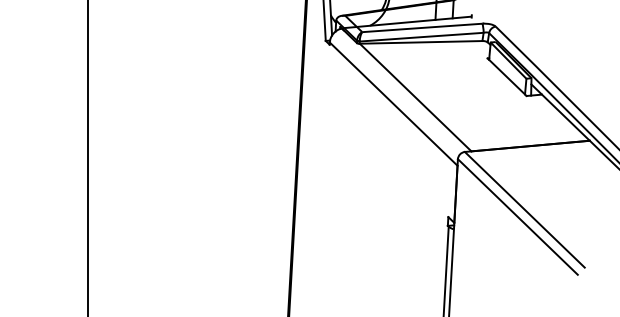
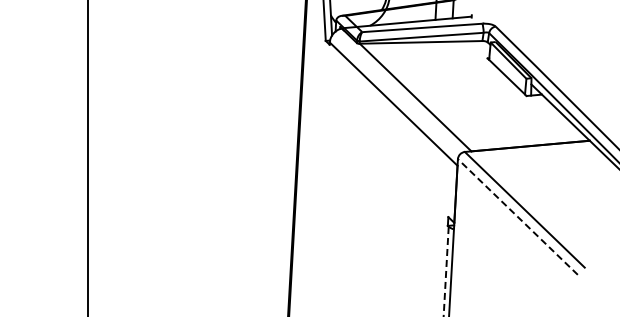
line at (517, 216): solid -> dashed
line at (446, 271): solid -> dashed
